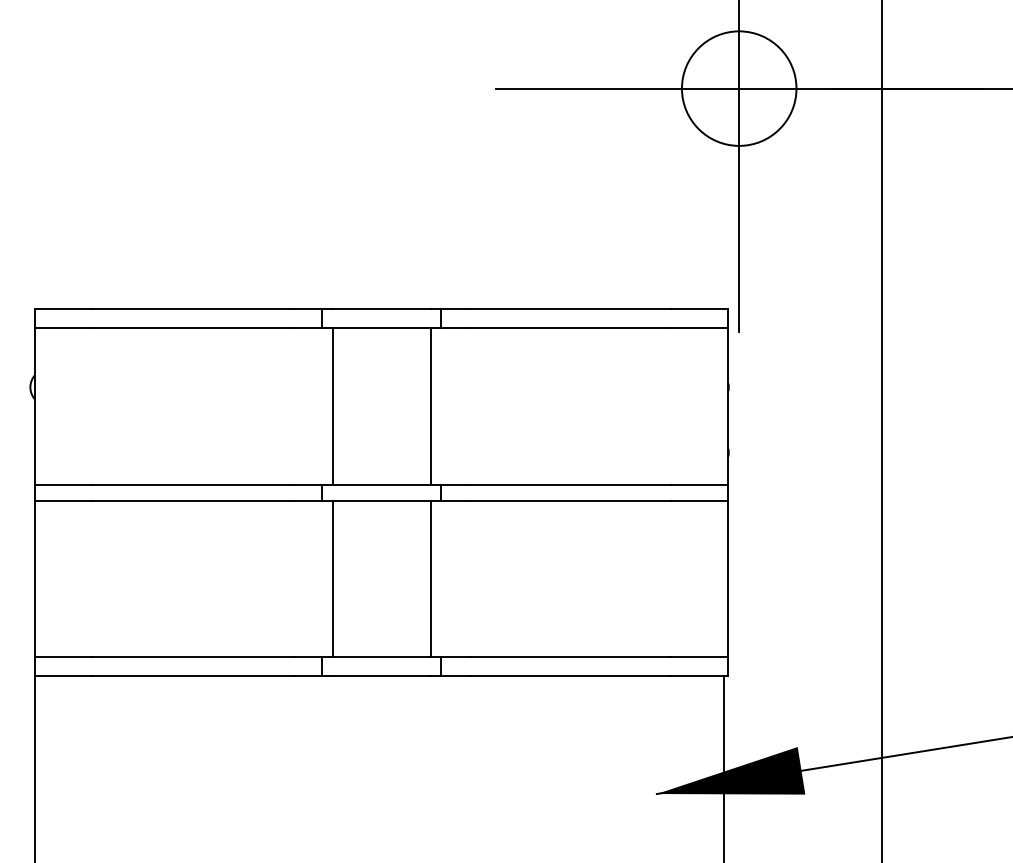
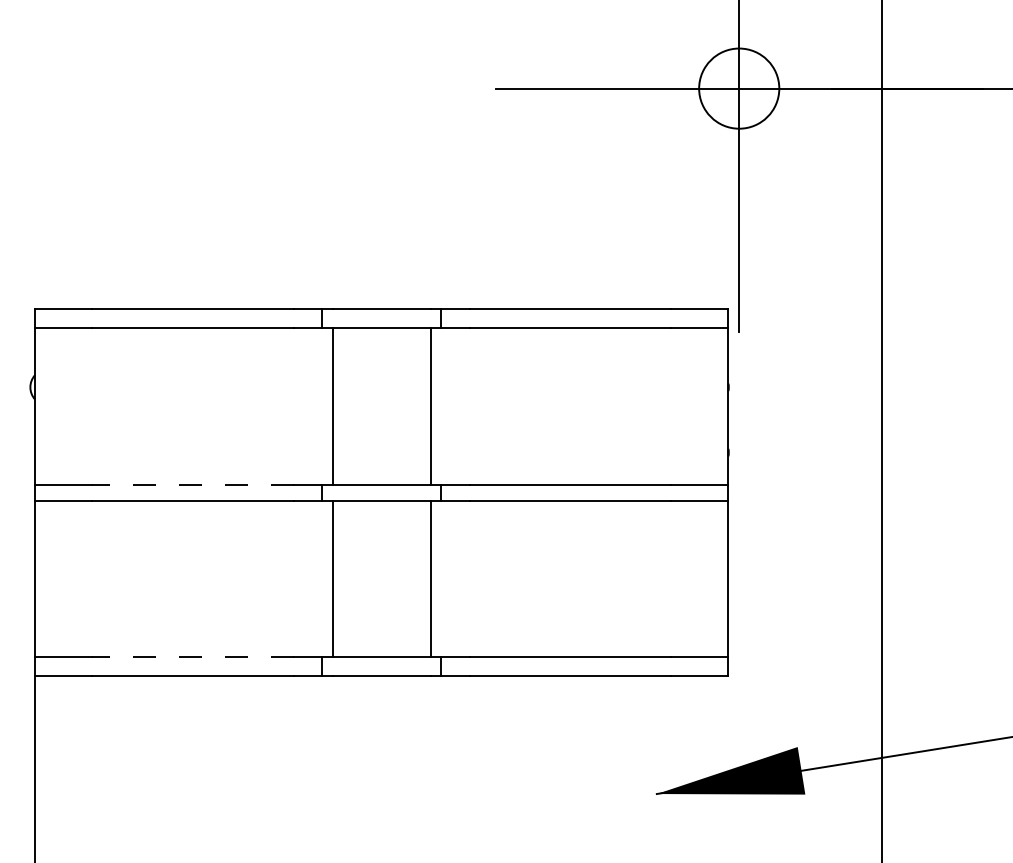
circle at (738, 88) diameter: 115 px -> 80 px
line at (192, 484): solid -> dashed
line at (192, 657): solid -> dashed
line at (723, 767): present -> none
